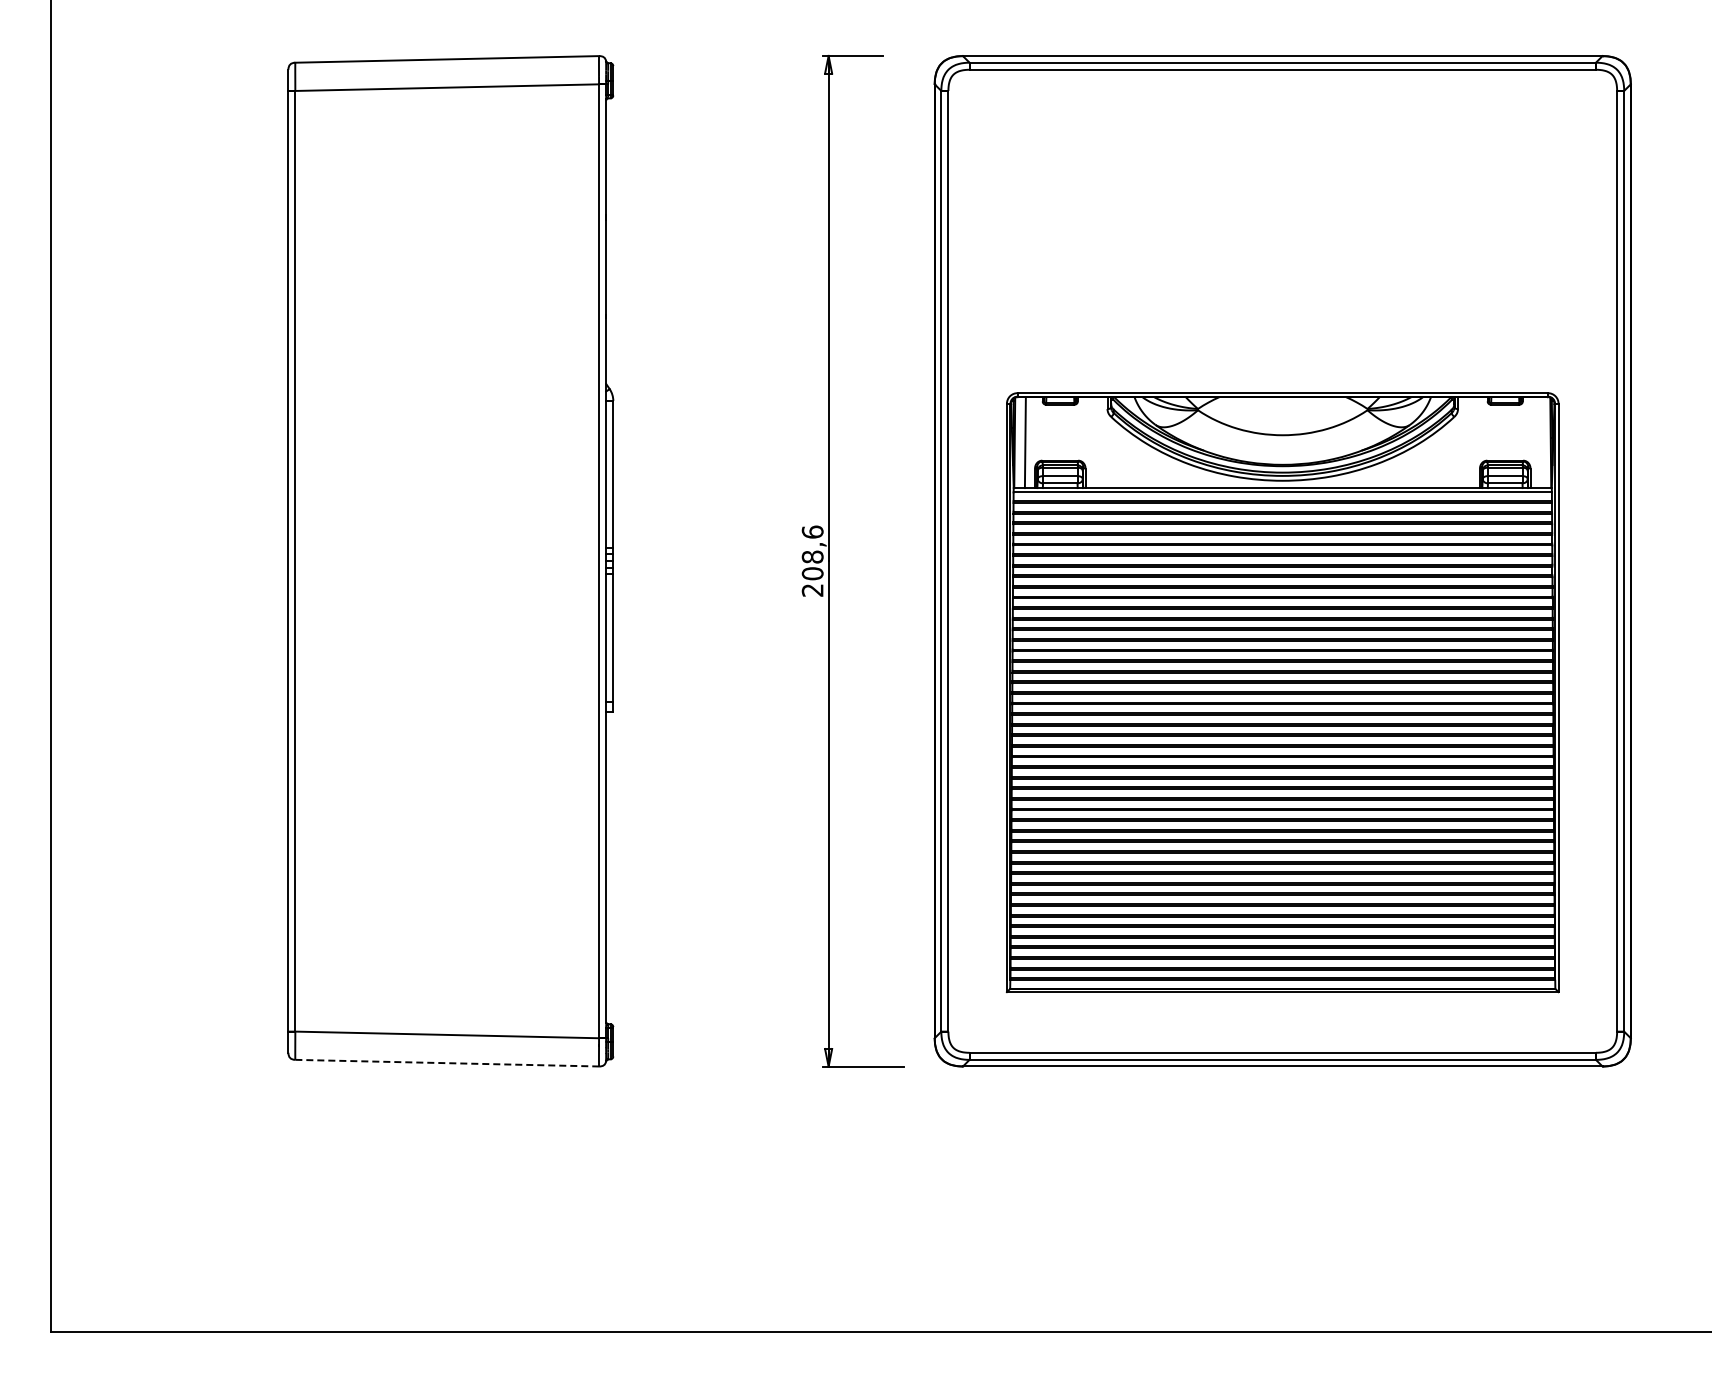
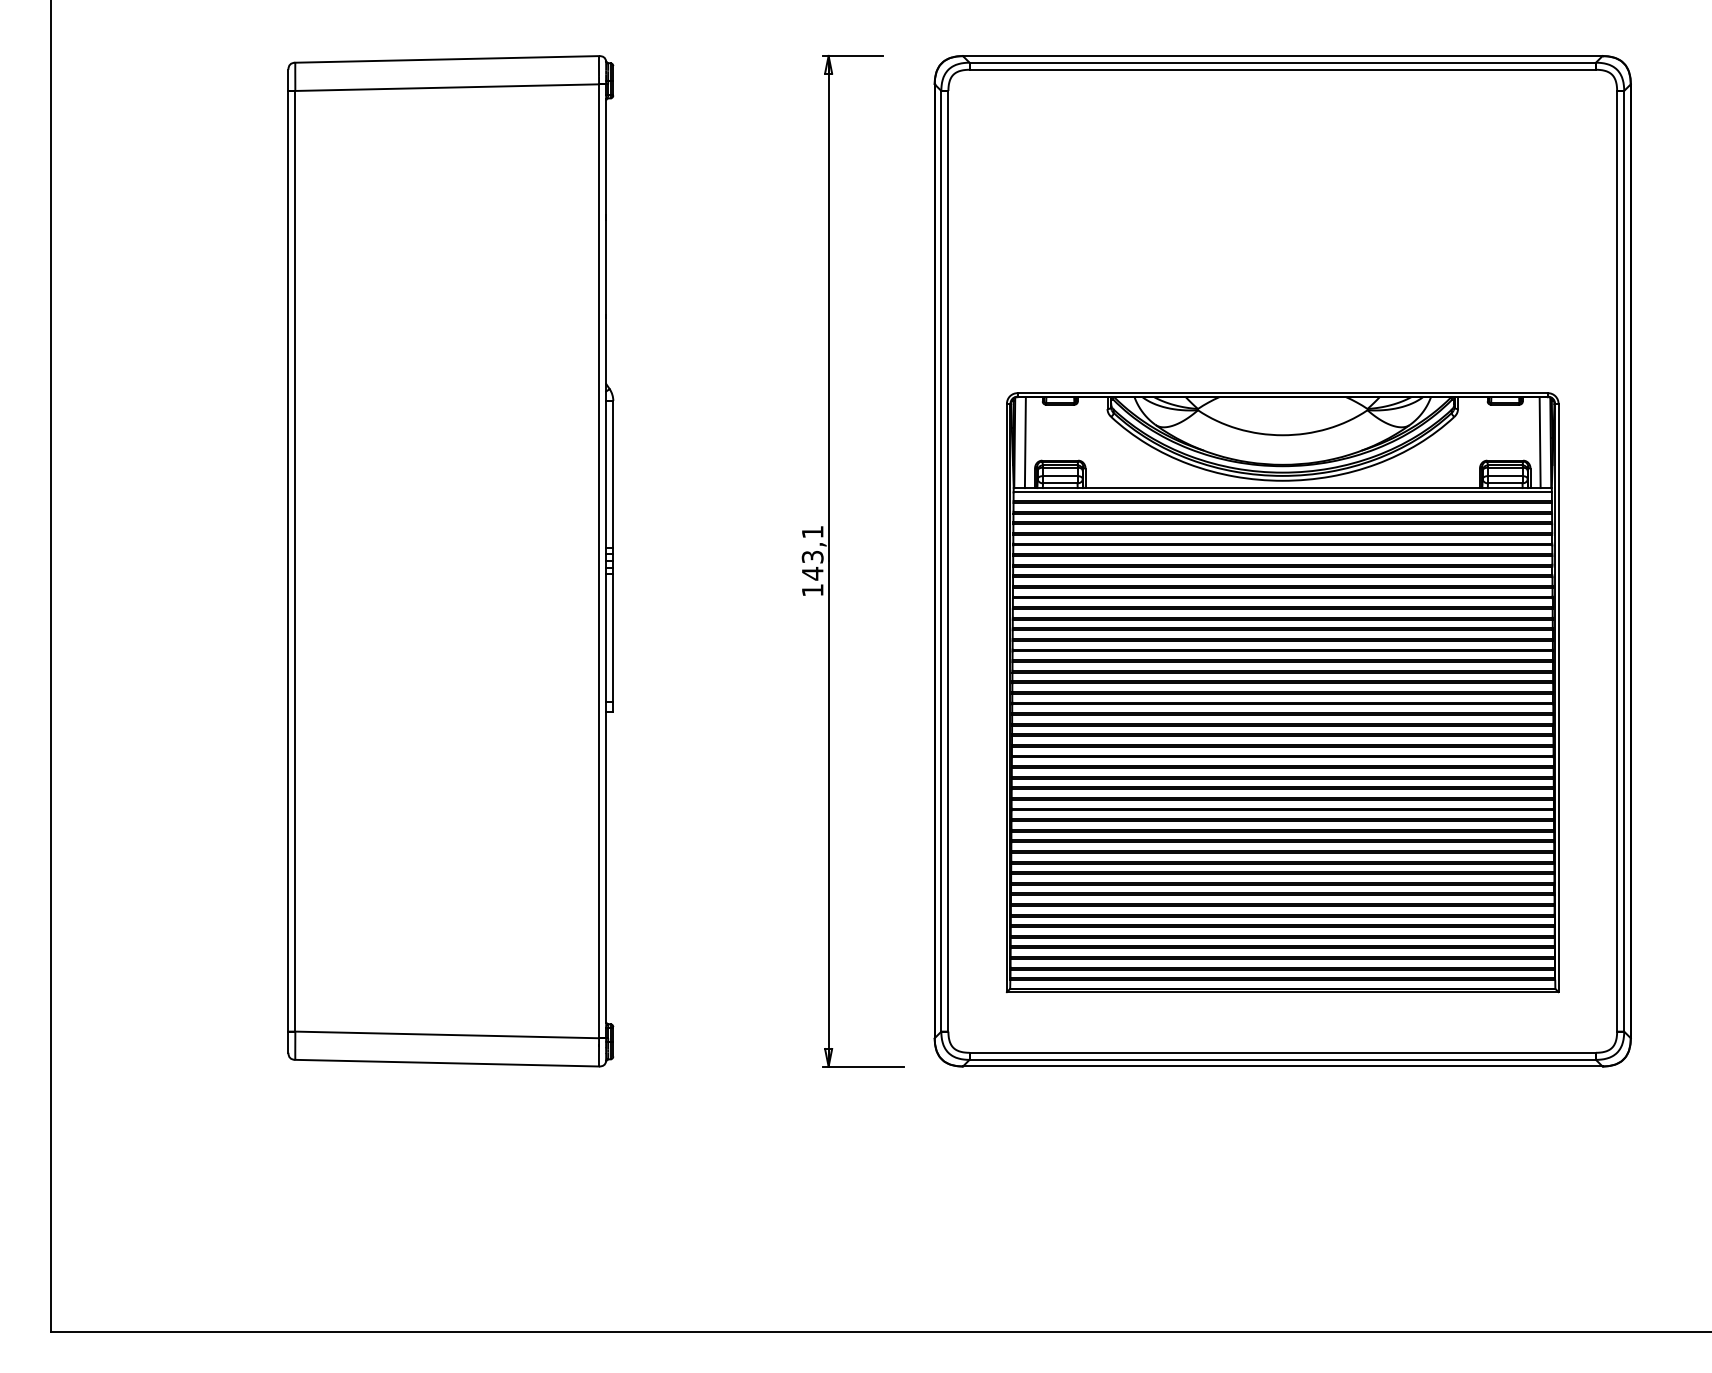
line at (1539, 442): none -> present
text at (812, 560): 208,6 -> 143,1
line at (447, 1063): dashed -> solid
